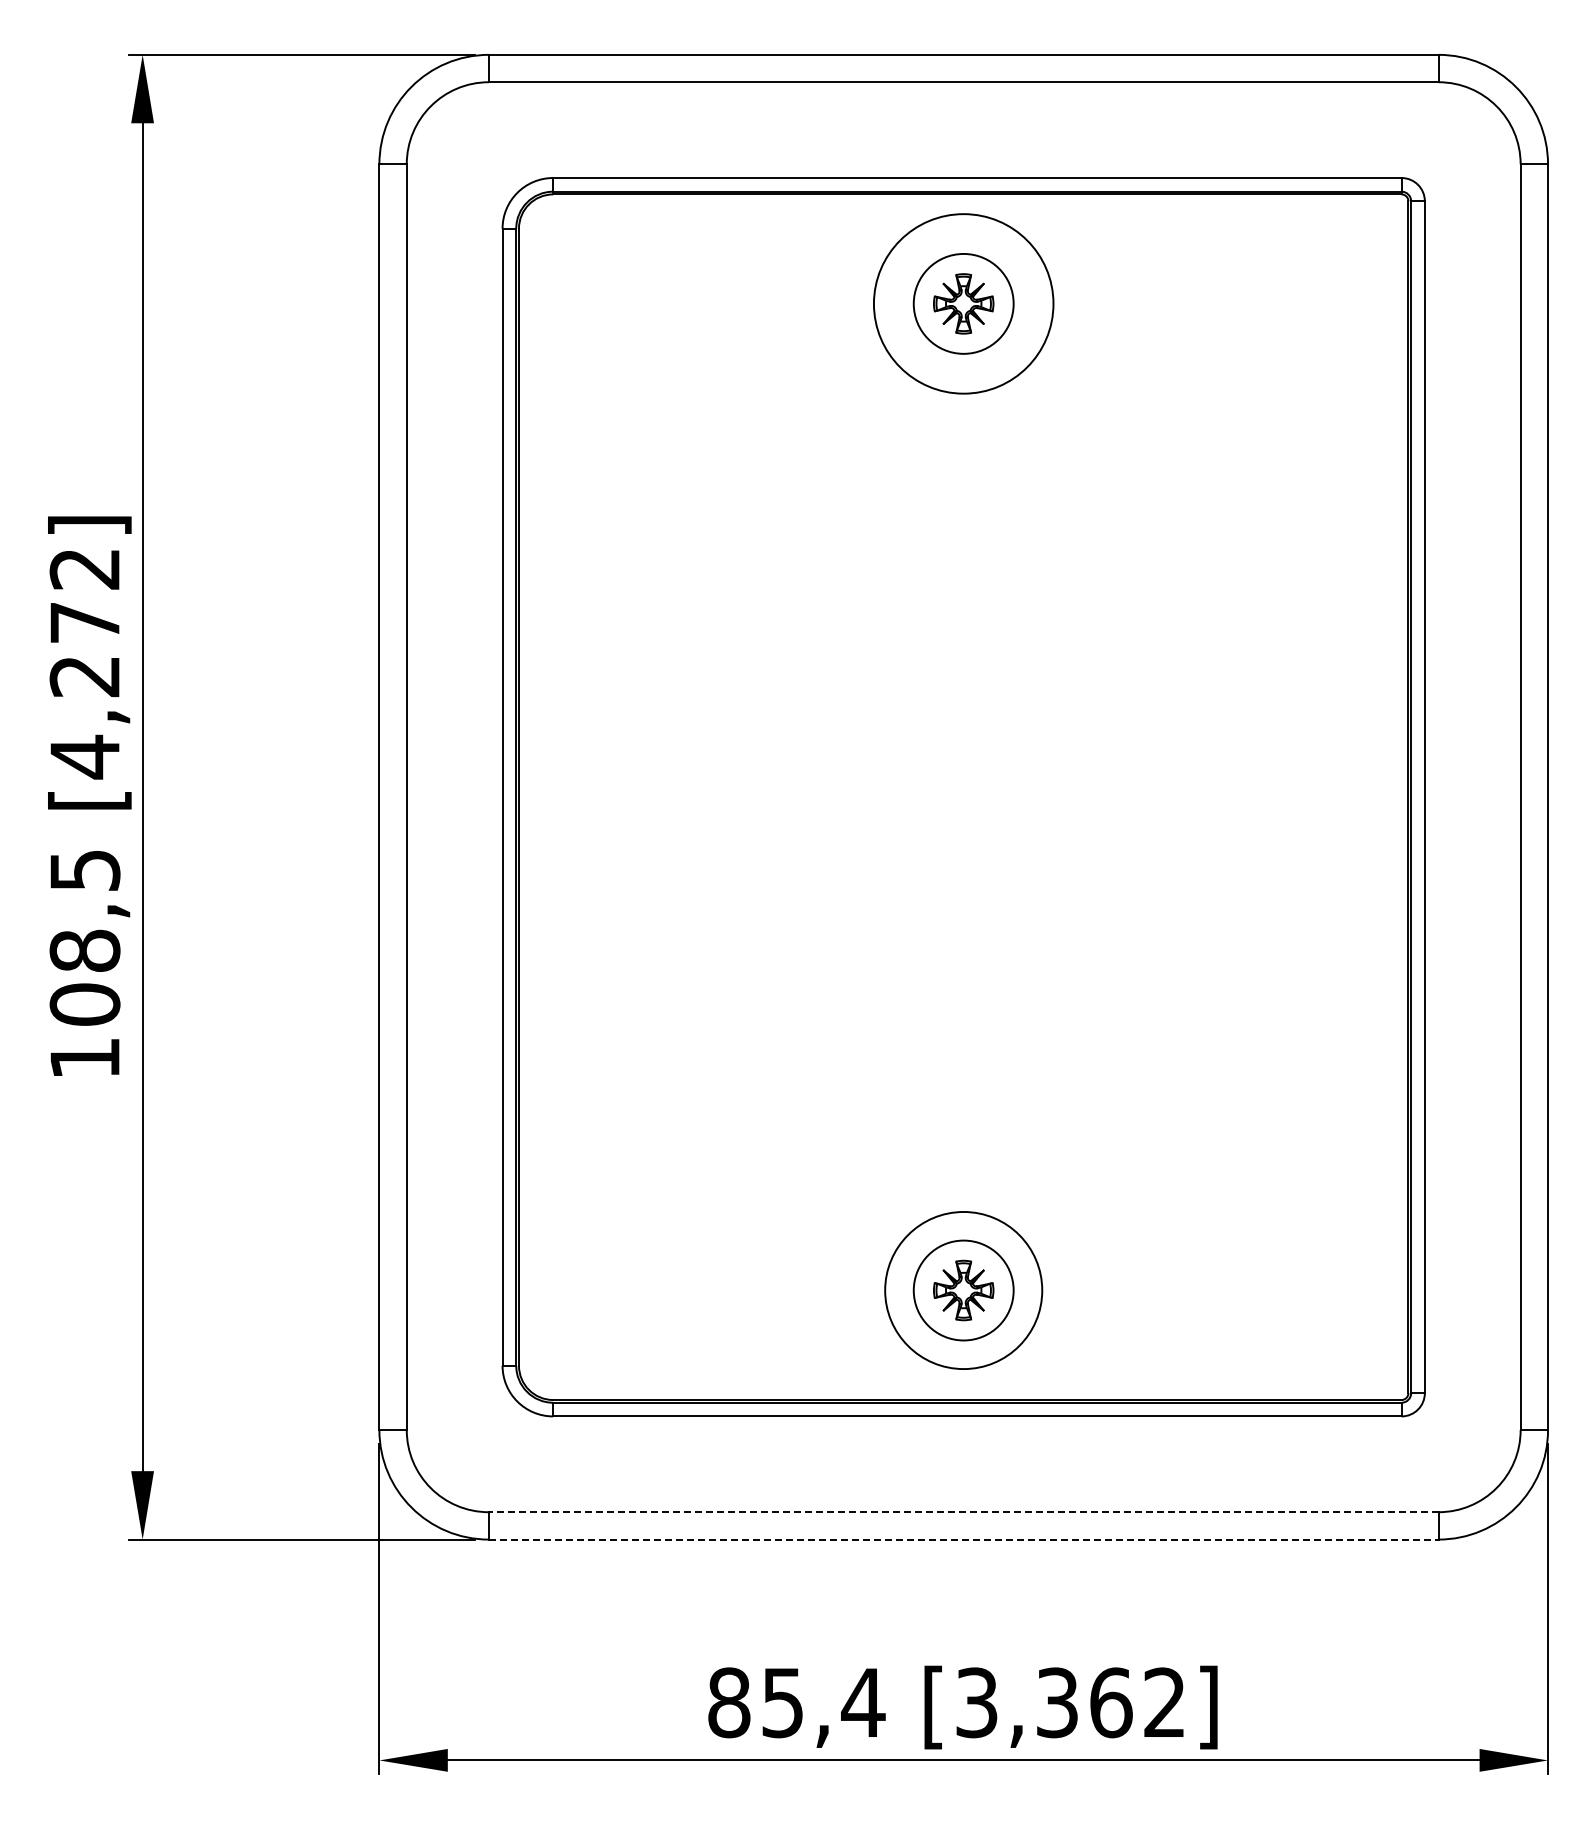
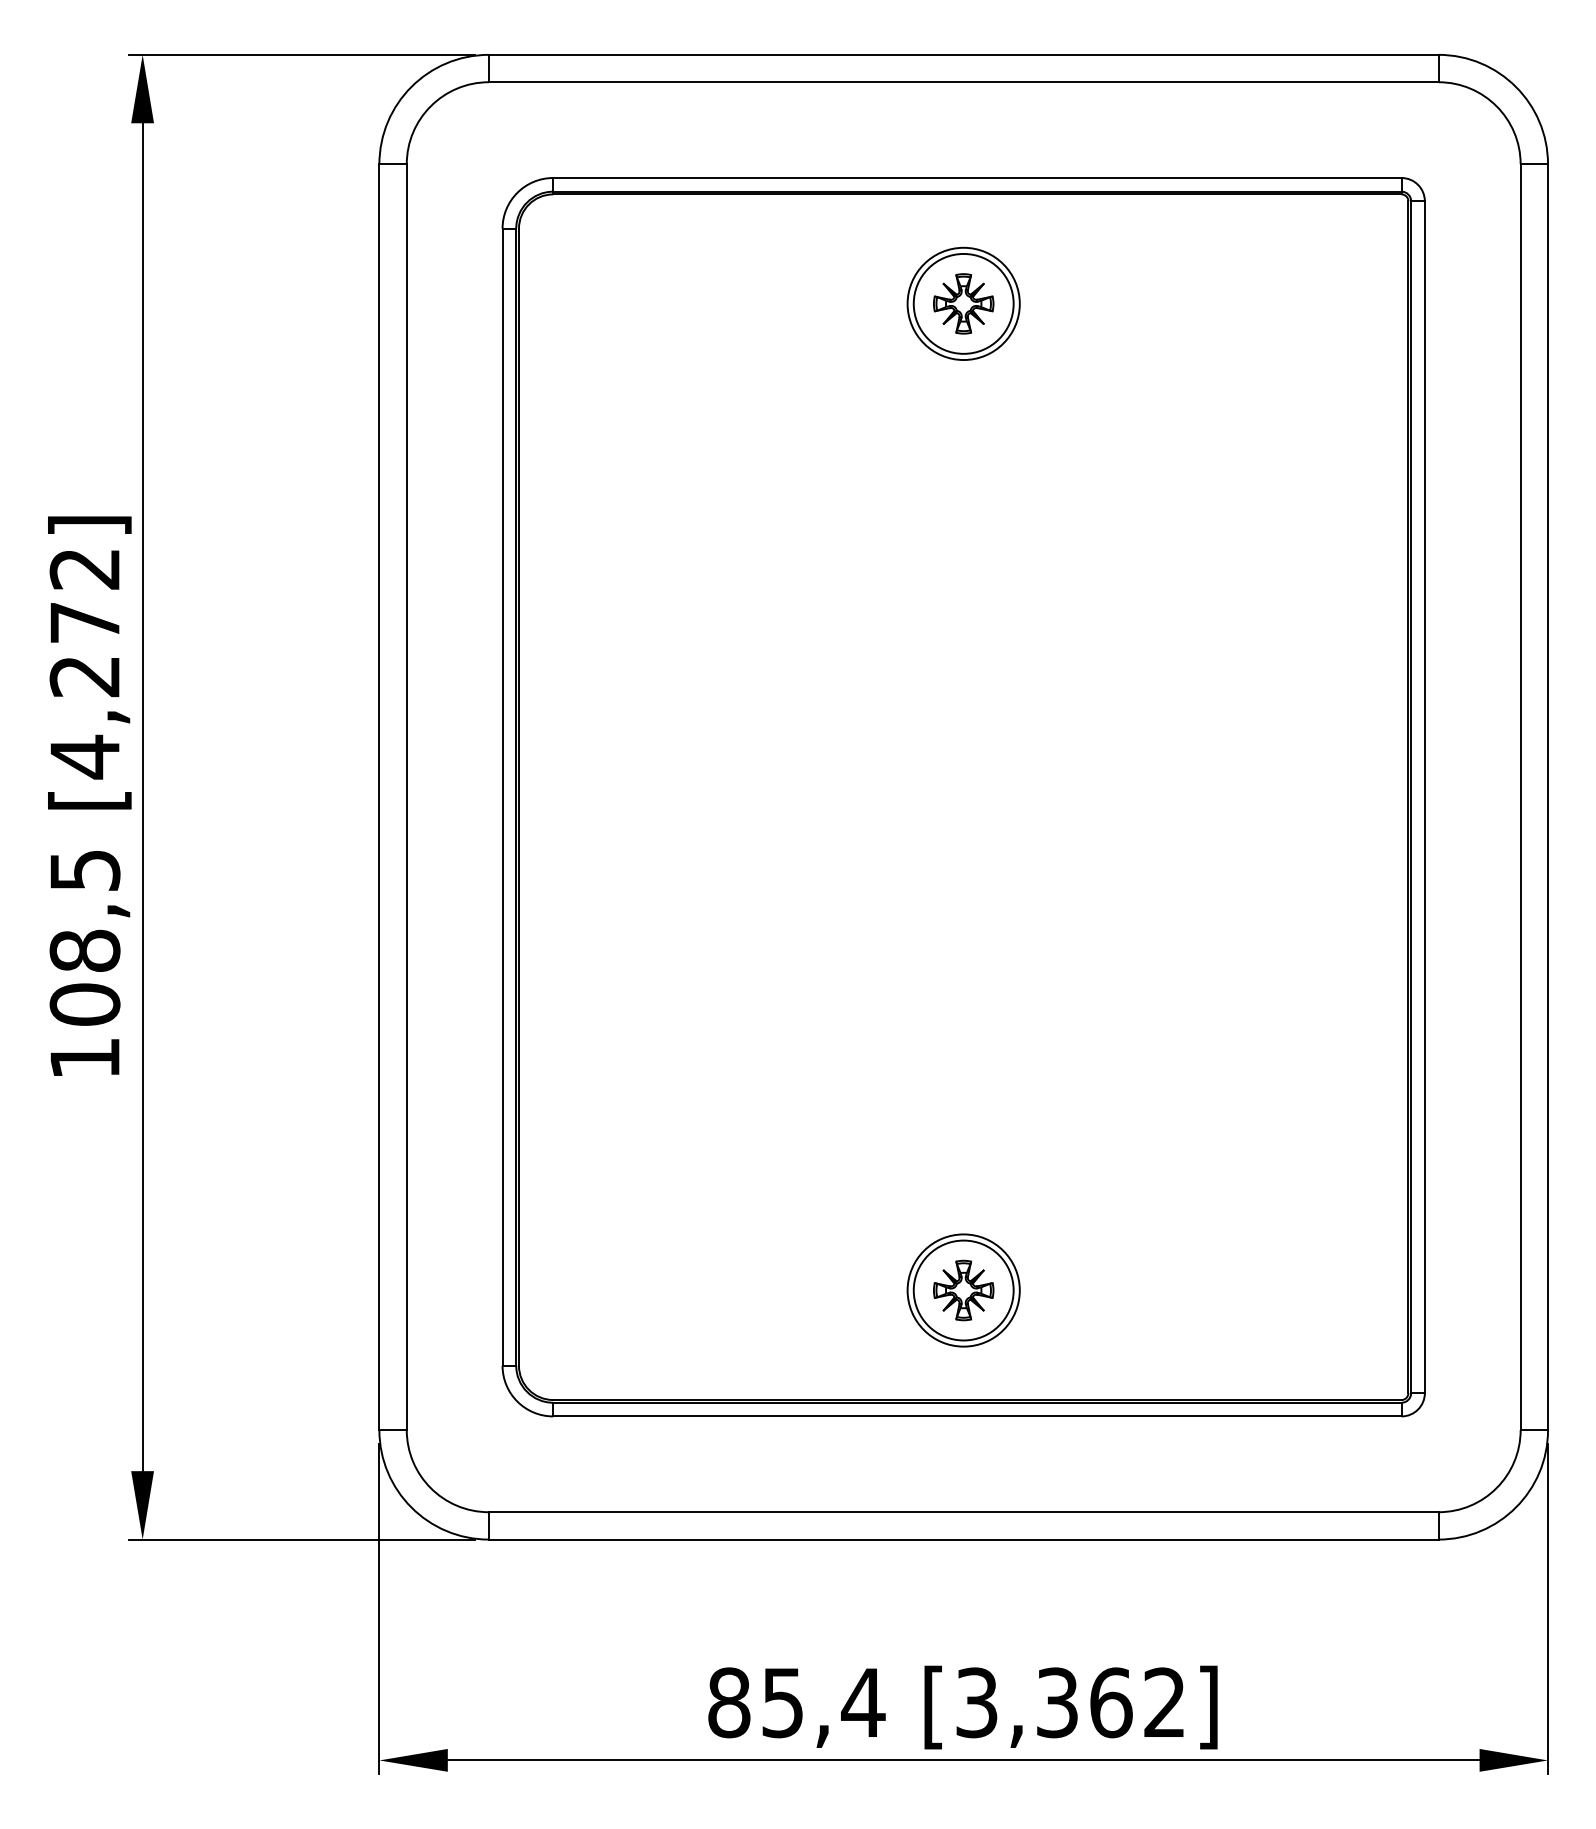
circle at (963, 303) diameter: 180 px -> 112 px
circle at (963, 1290) diameter: 157 px -> 112 px
line at (963, 1512): dashed -> solid
line at (963, 1539): dashed -> solid
